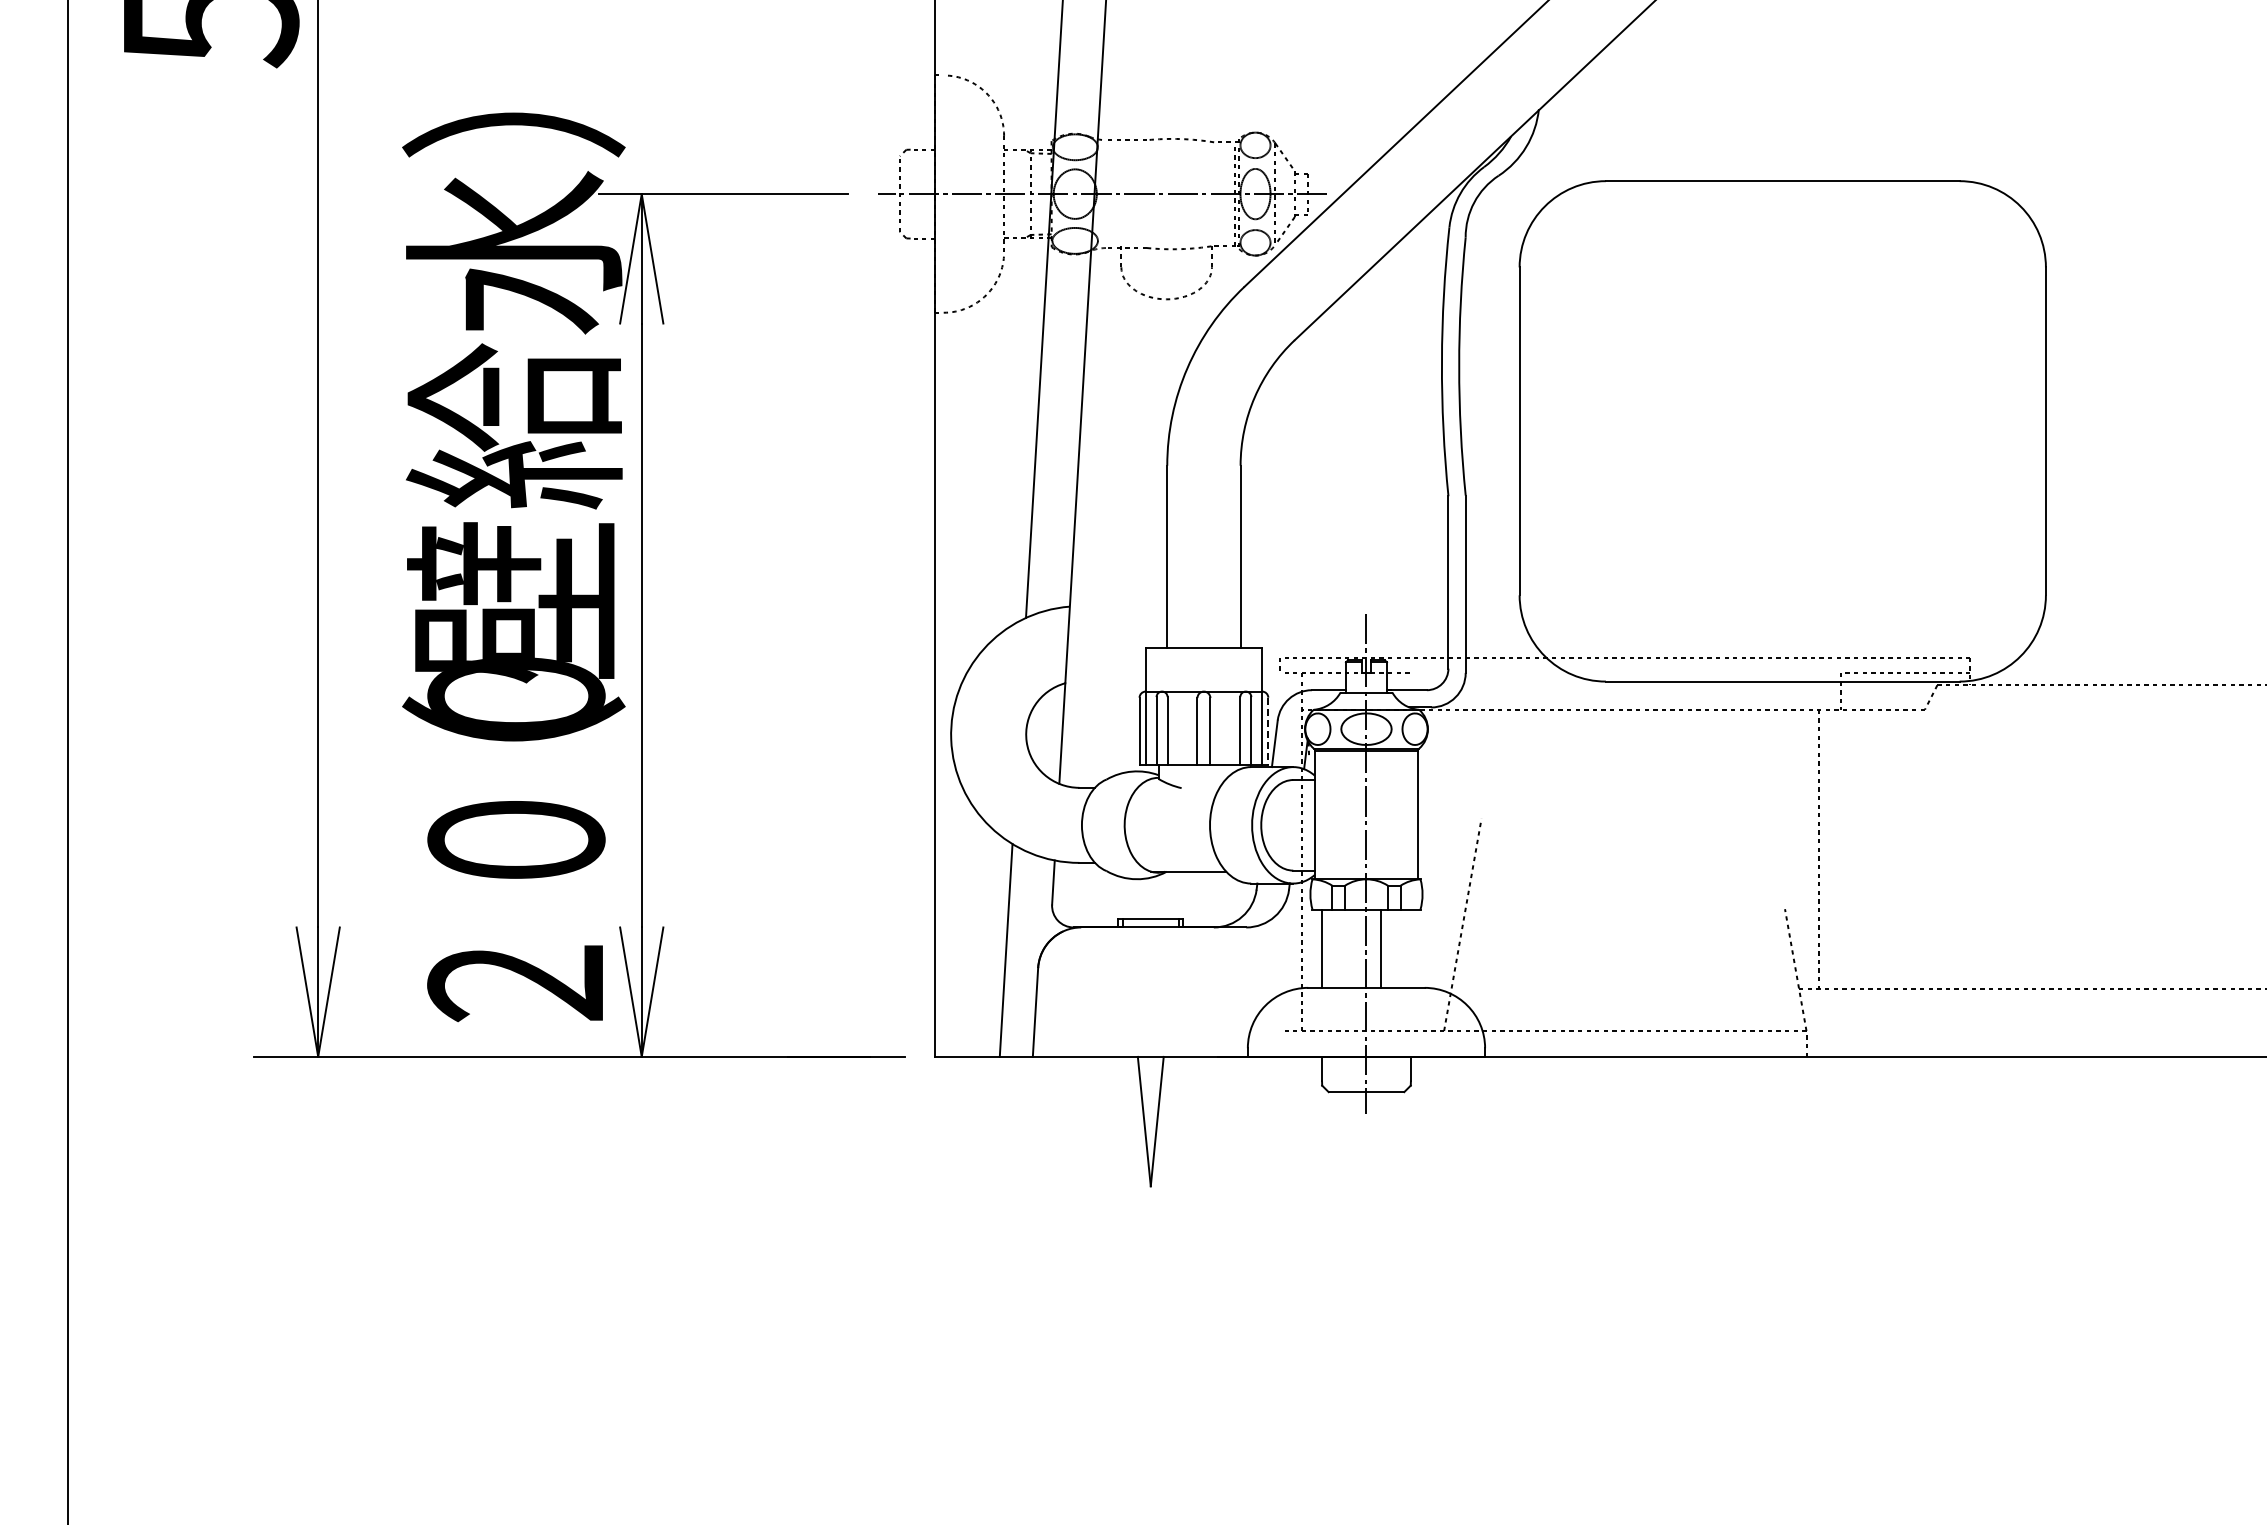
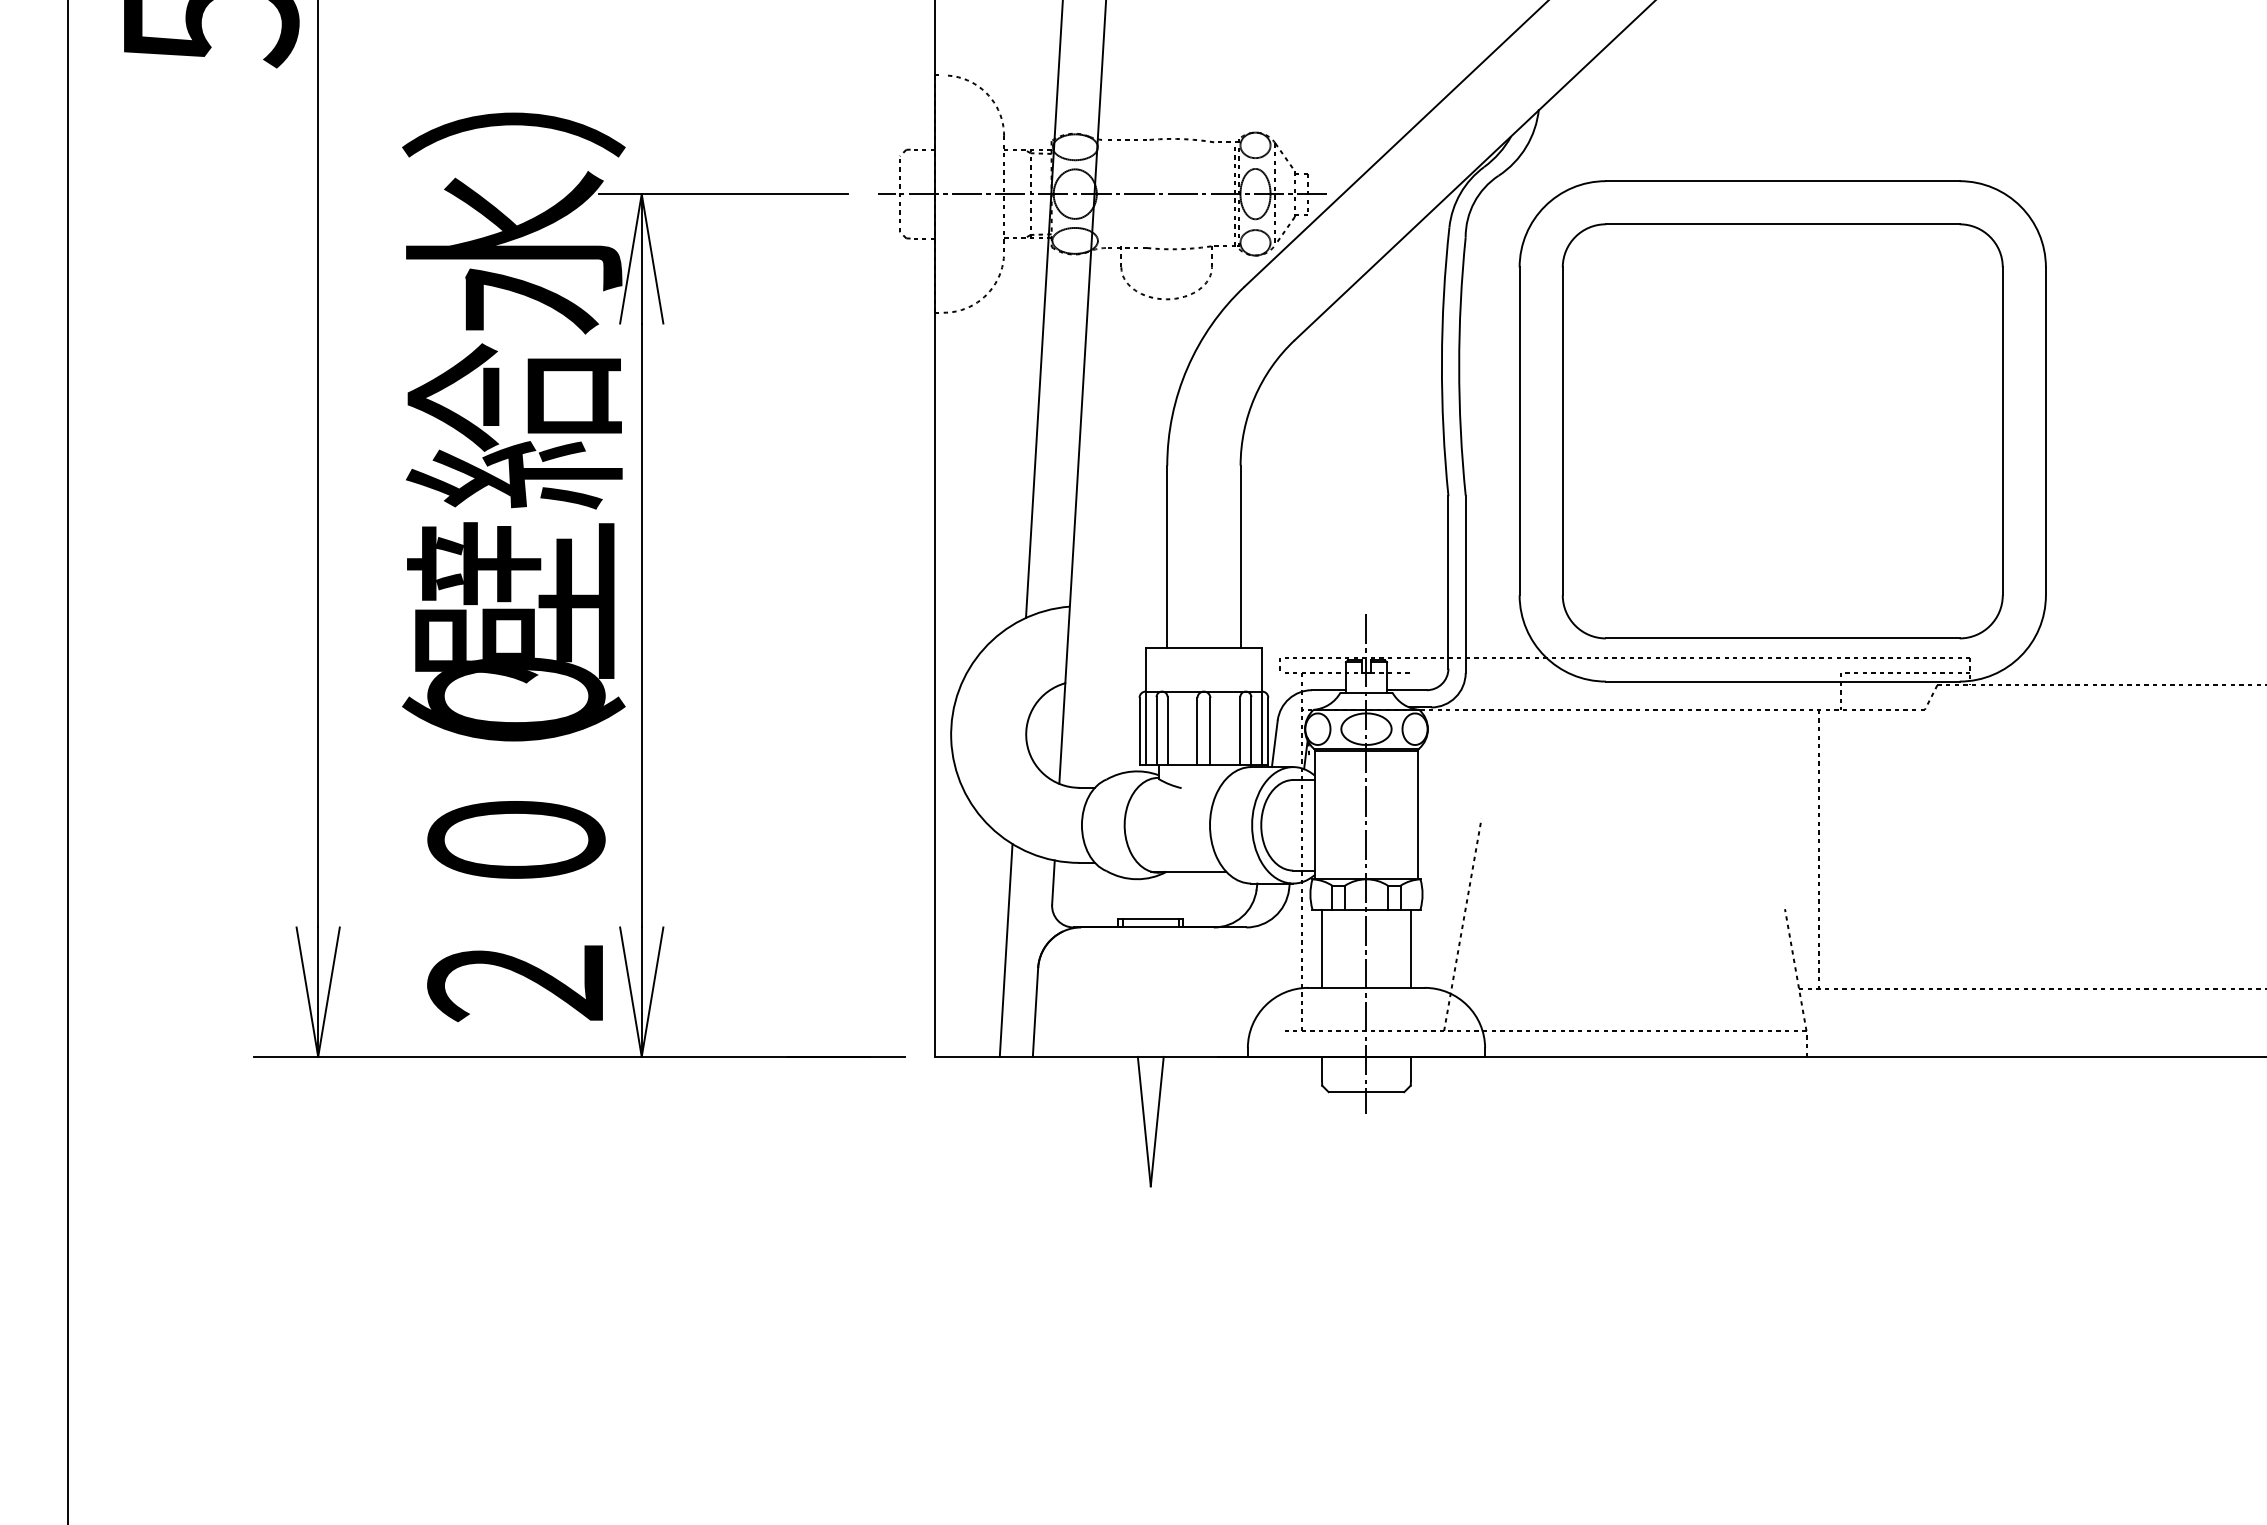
part at (1782, 431): none -> present
line at (1268, 731): dashed -> solid
line at (1380, 948) position: (1380, 948) -> (1410, 948)
